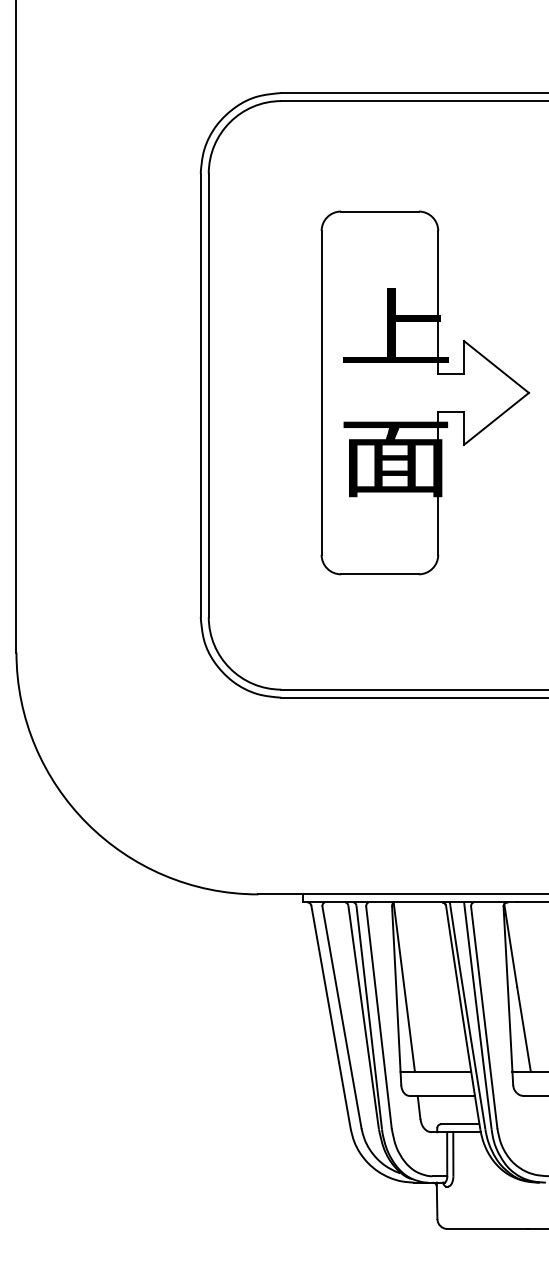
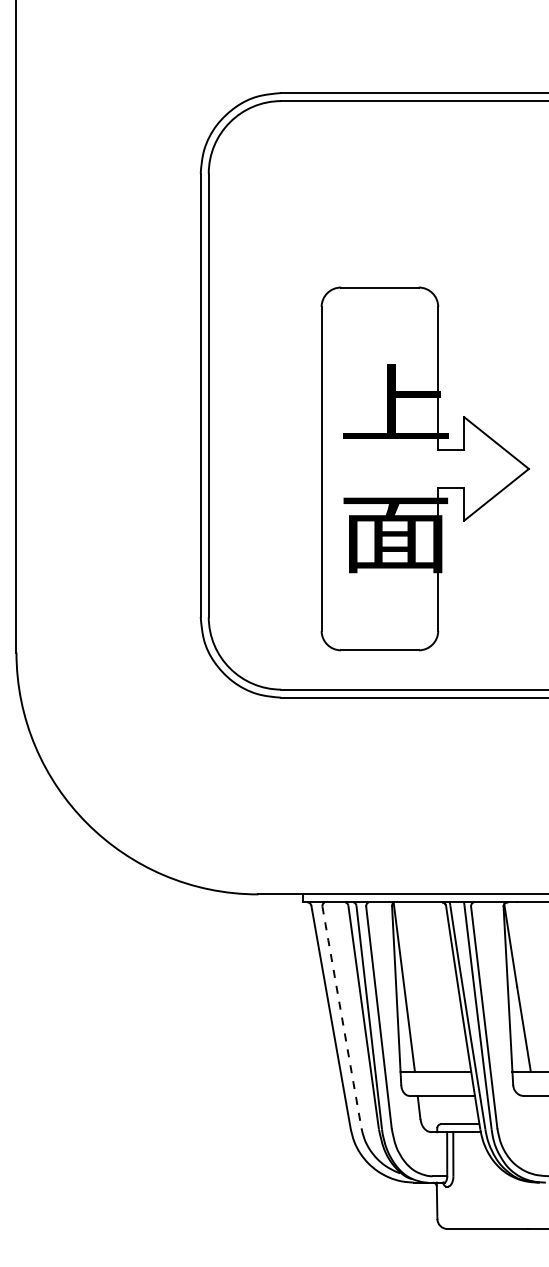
part at (424, 392) position: (424, 392) -> (424, 468)
line at (341, 1017): solid -> dashed
